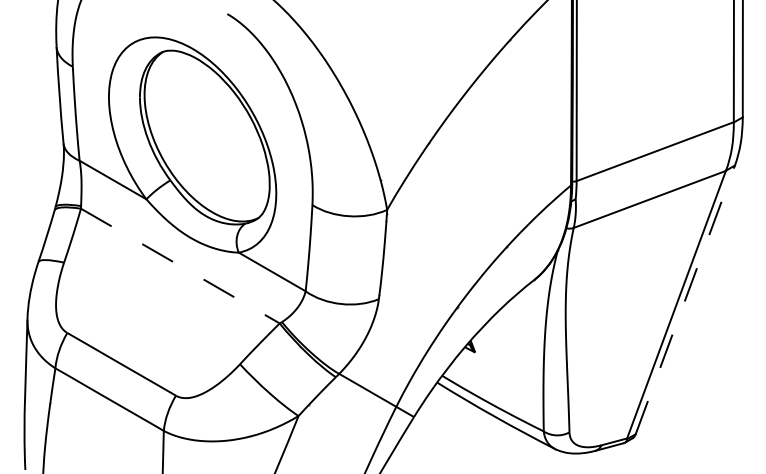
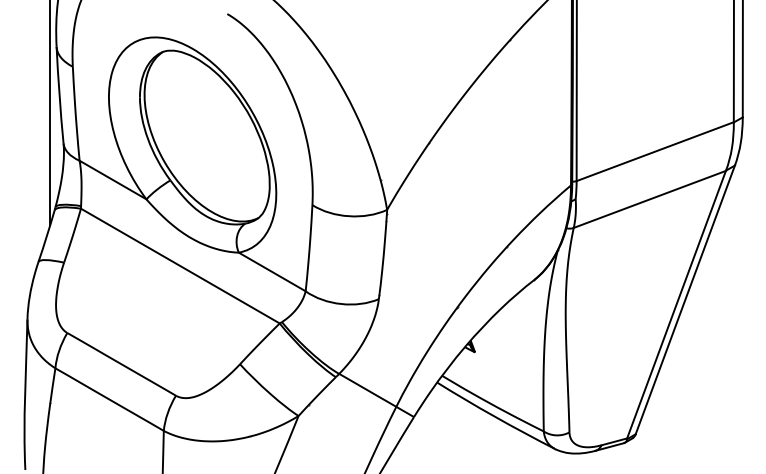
line at (50, 113): none -> present
line at (180, 266): dashed -> solid
line at (685, 299): dashed -> solid
